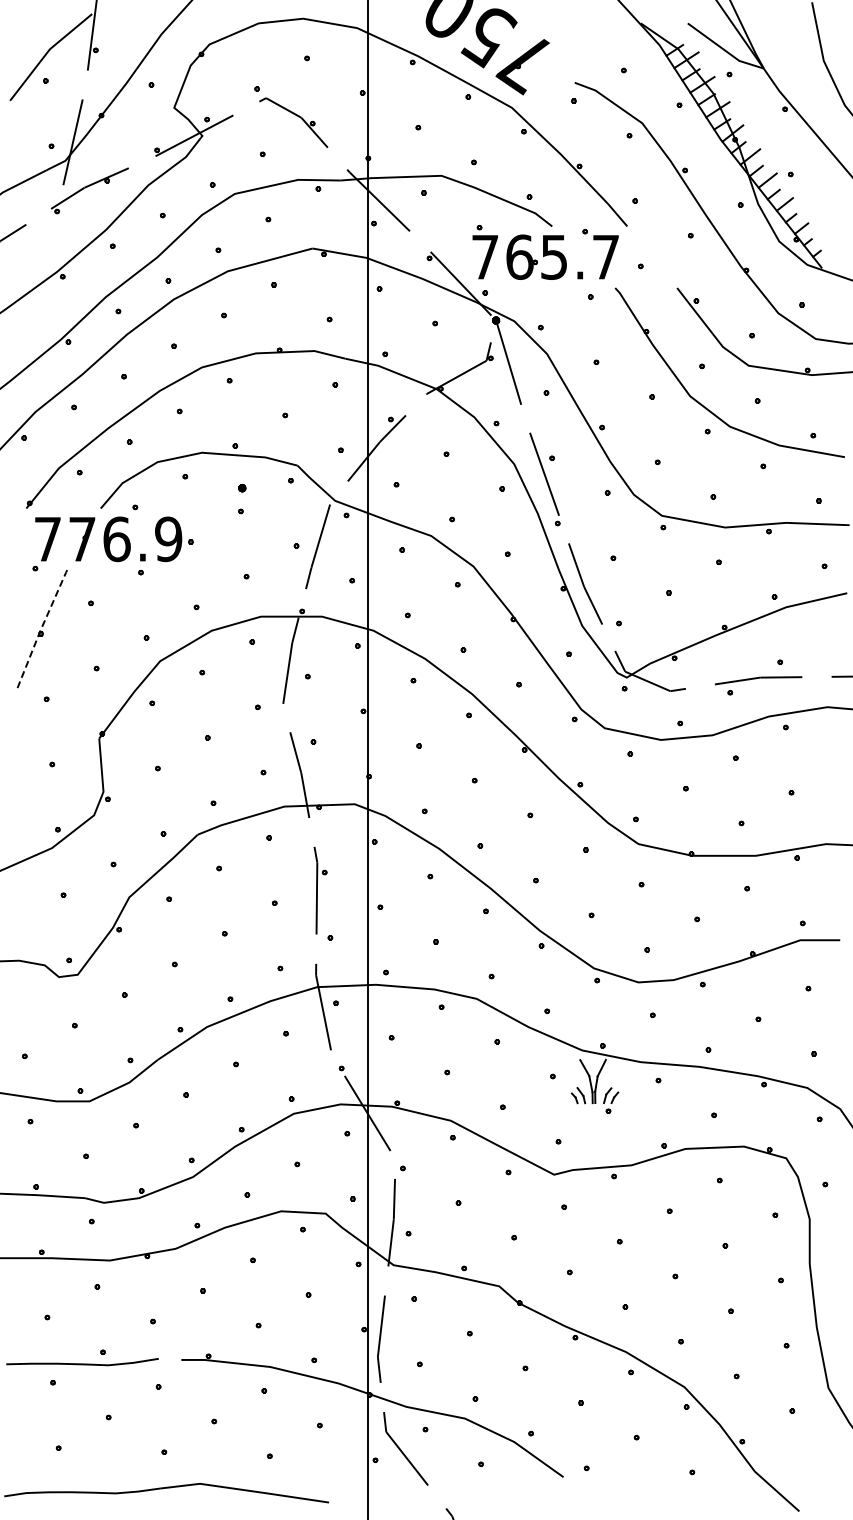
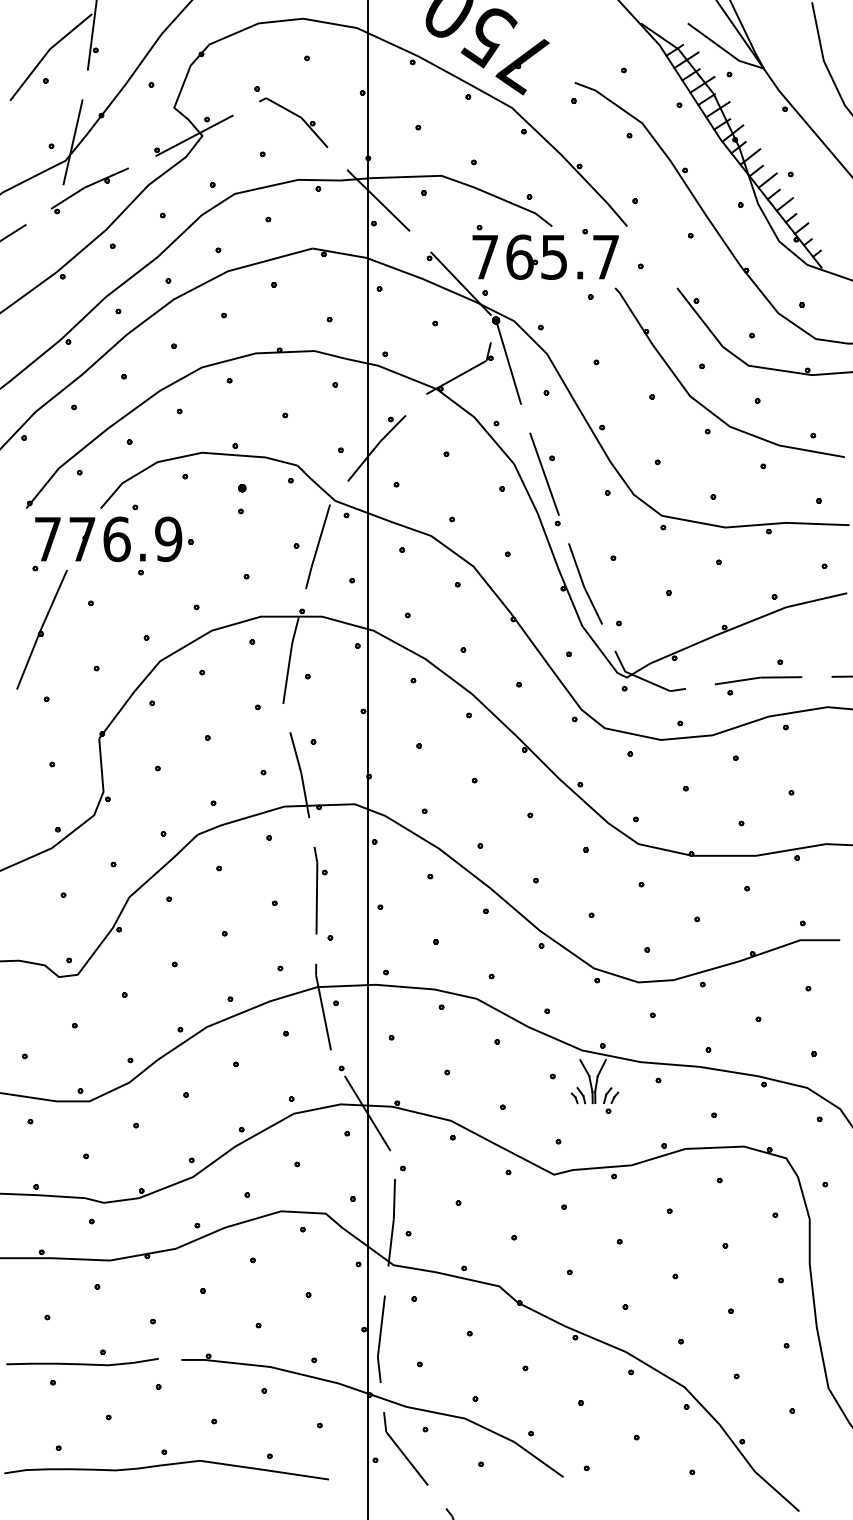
line at (41, 629): dashed -> solid
part at (166, 1493) position: (166, 1493) -> (166, 1470)
